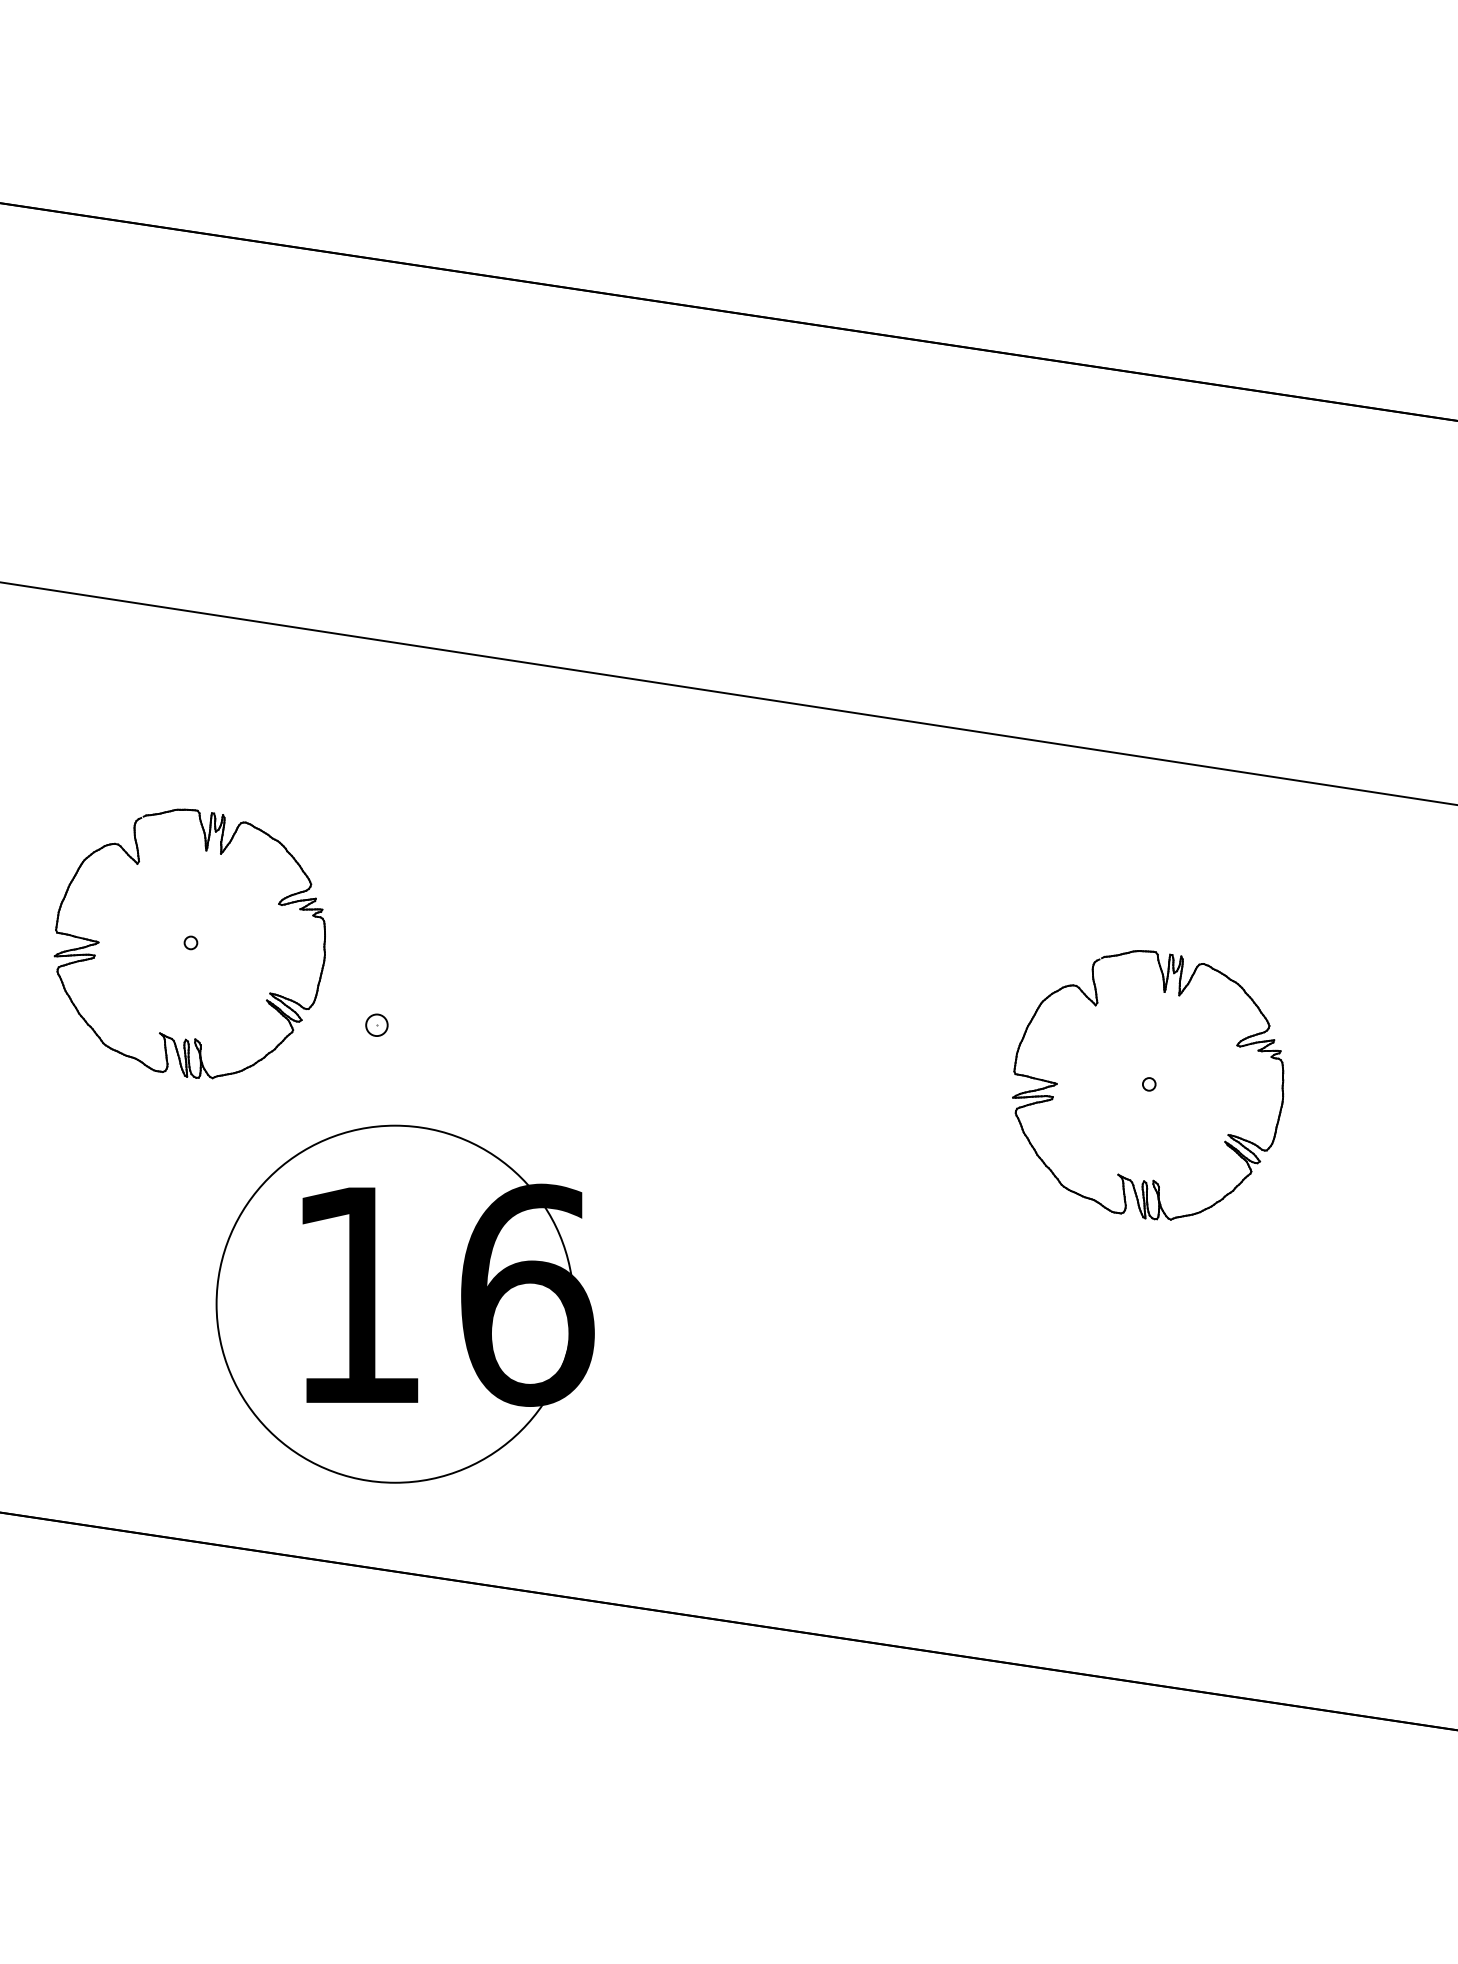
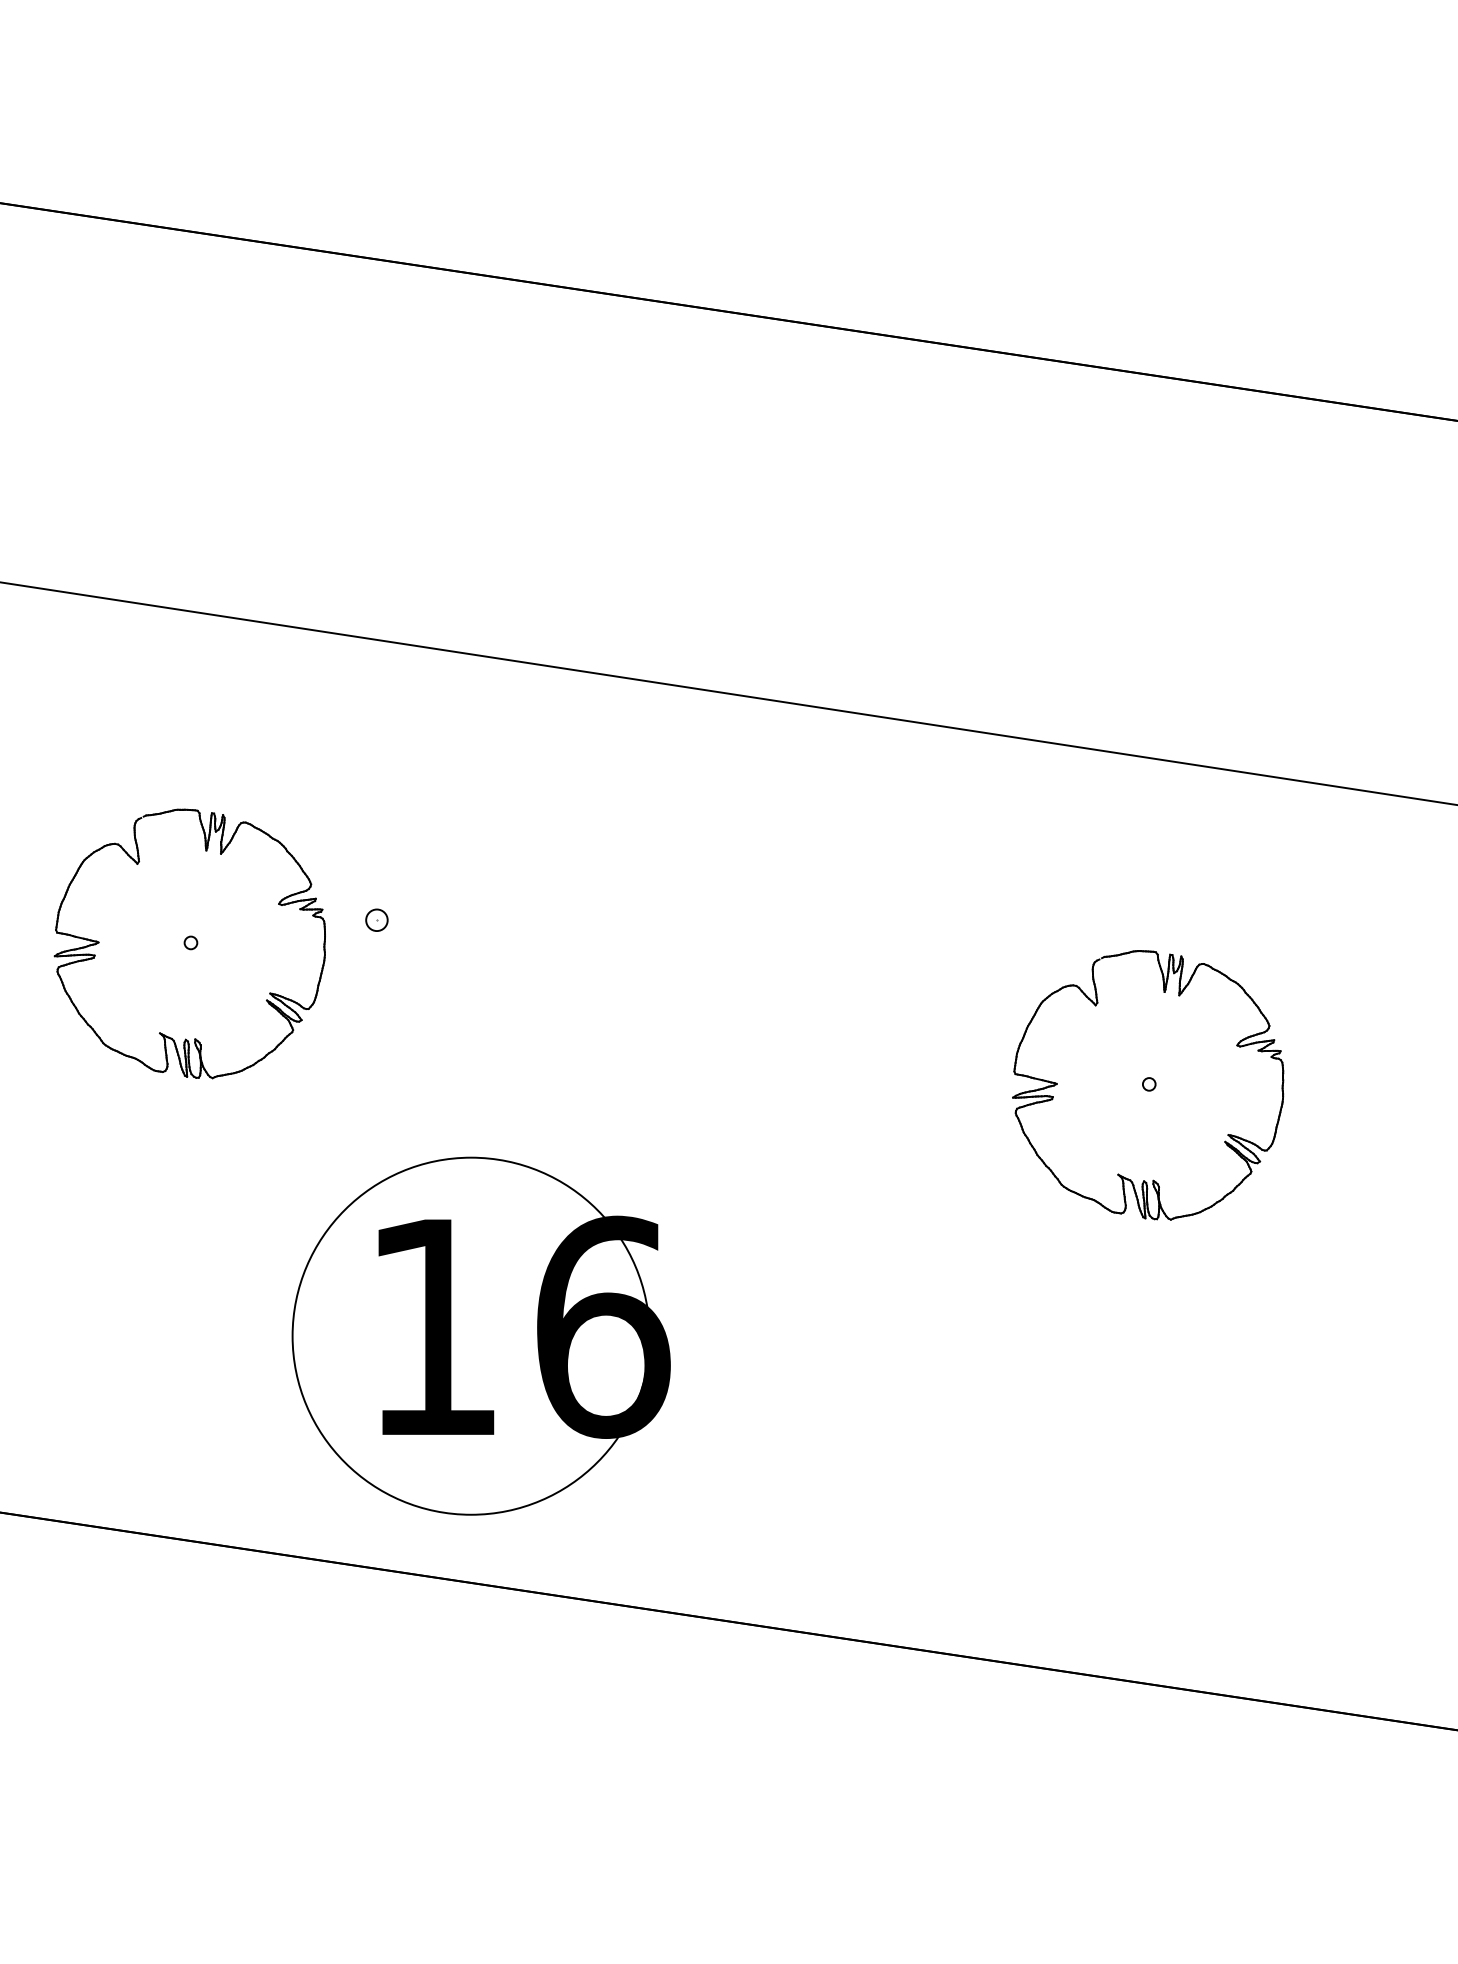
part at (376, 1024) position: (376, 1024) -> (376, 919)
part at (404, 1303) position: (404, 1303) -> (480, 1335)
